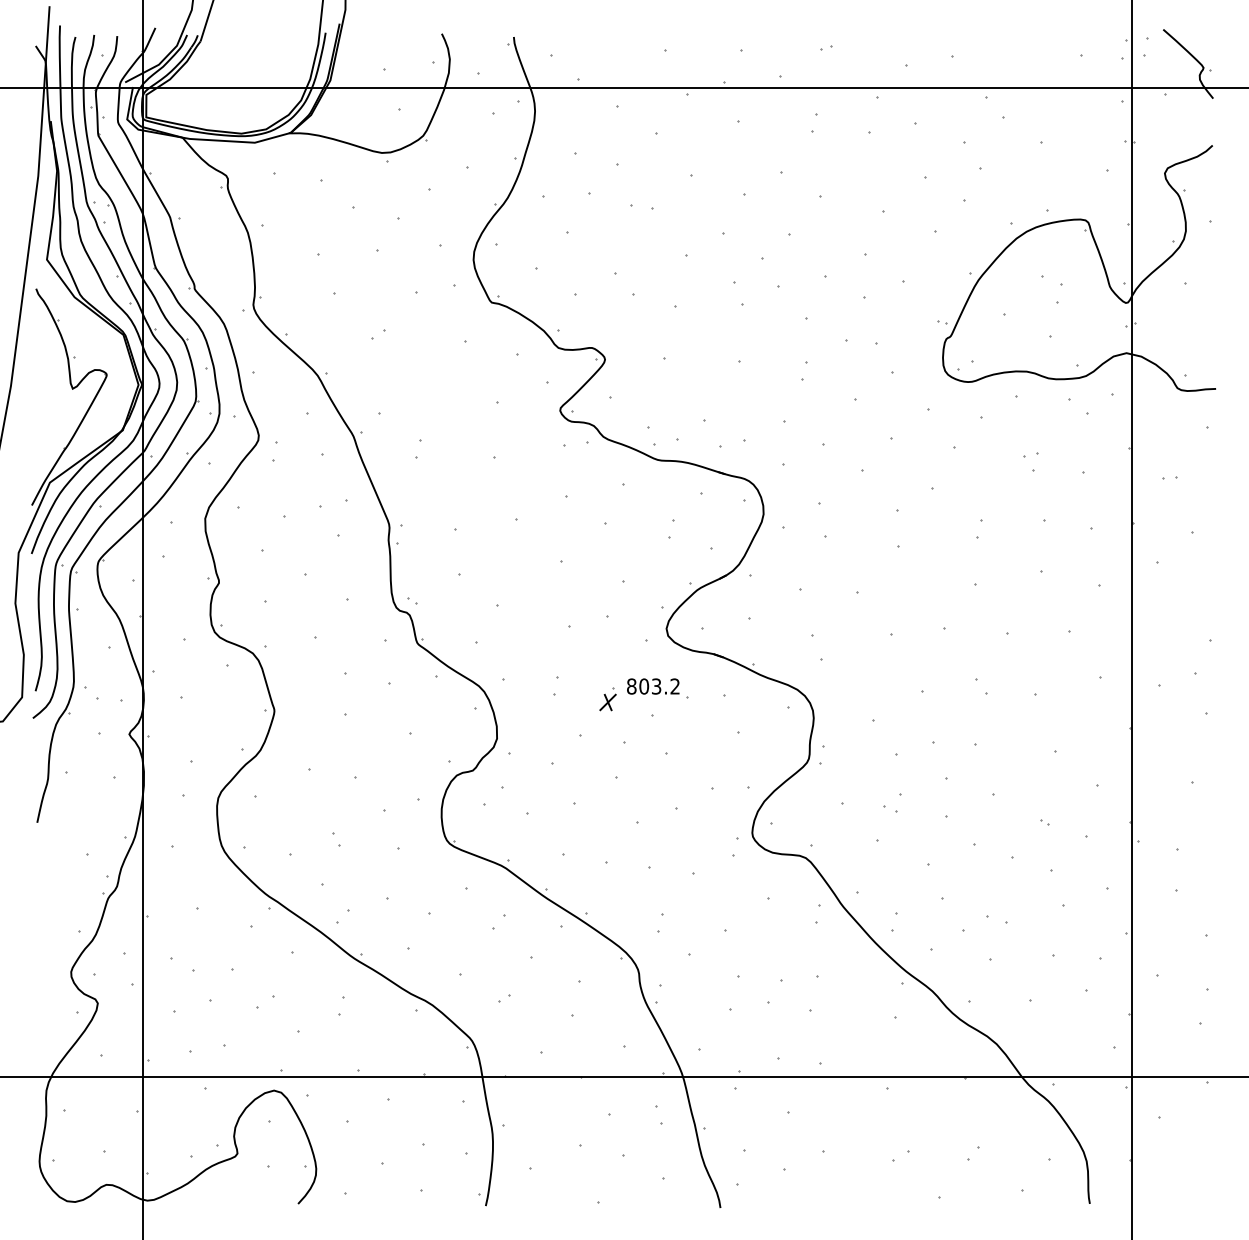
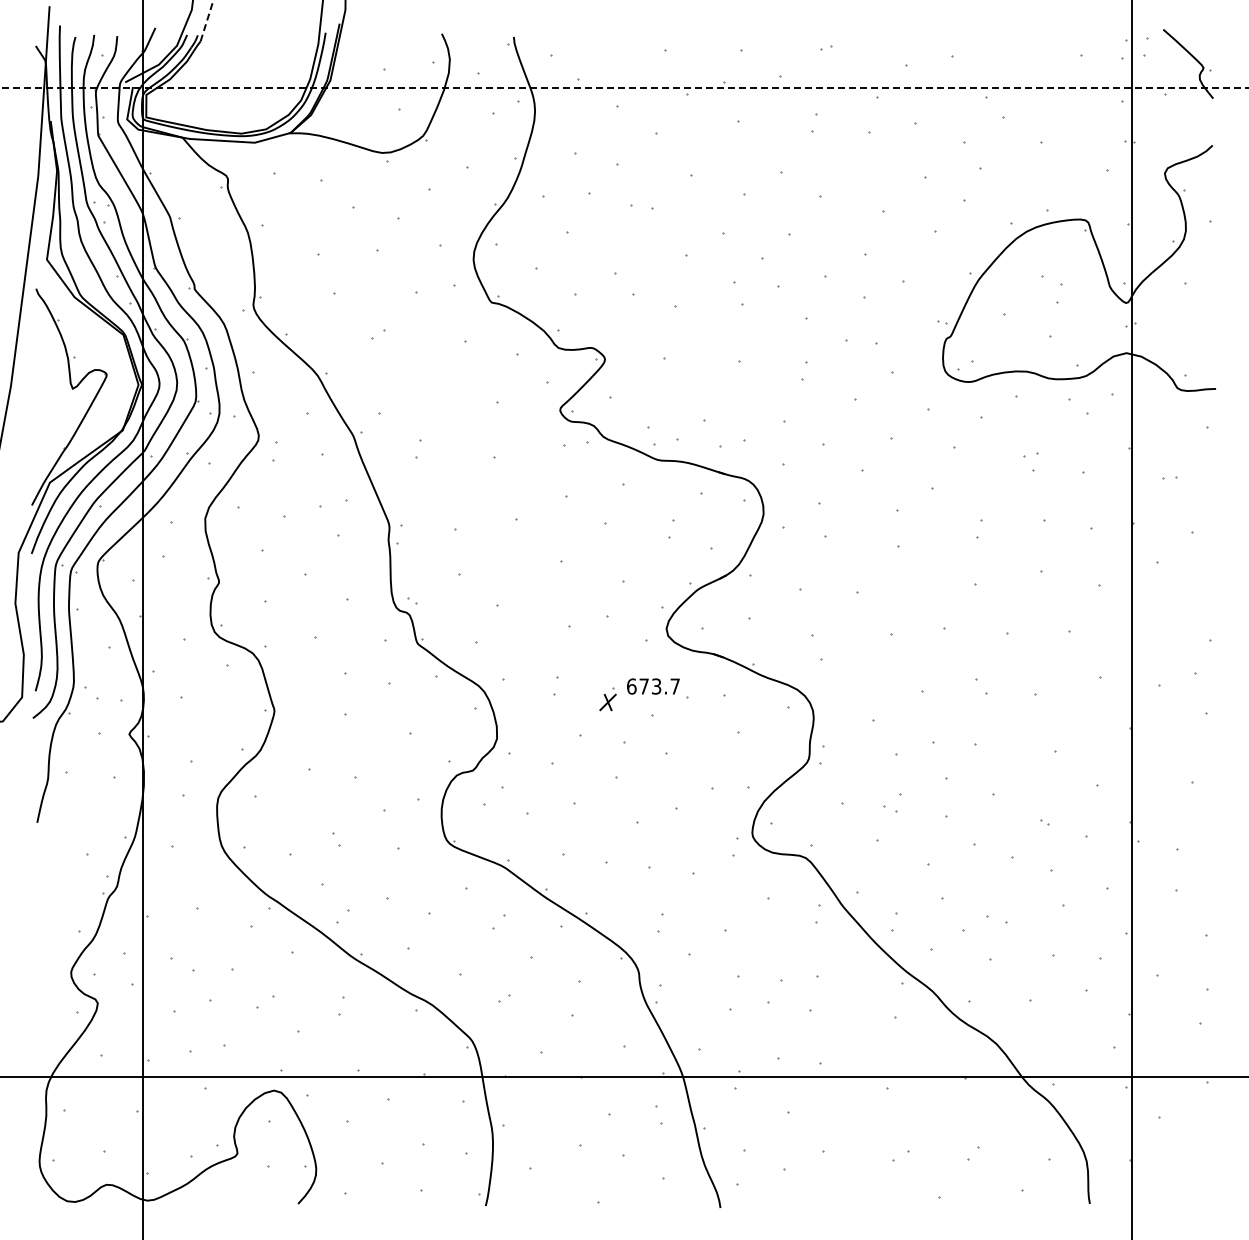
line at (207, 20): solid -> dashed
line at (624, 88): solid -> dashed
text at (653, 686): 803.2 -> 673.7
